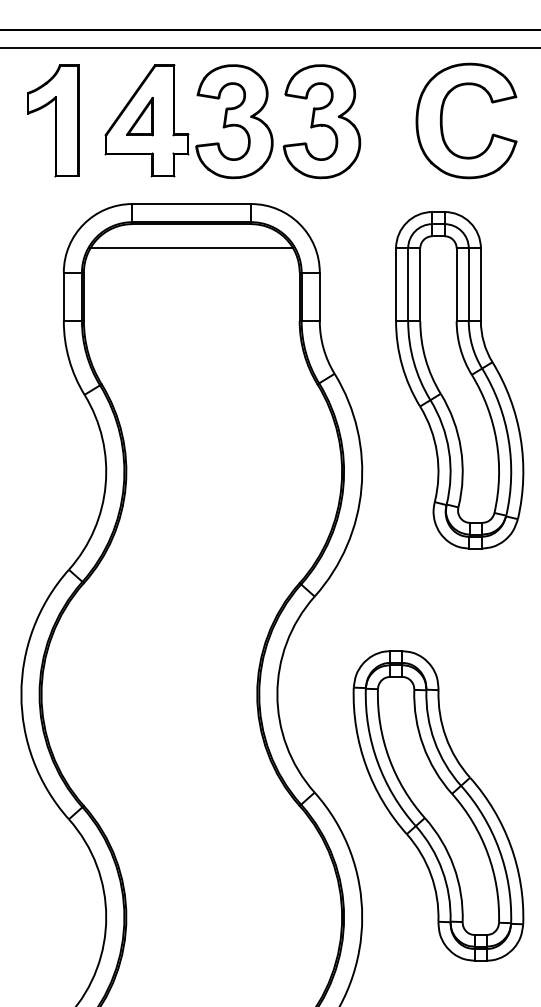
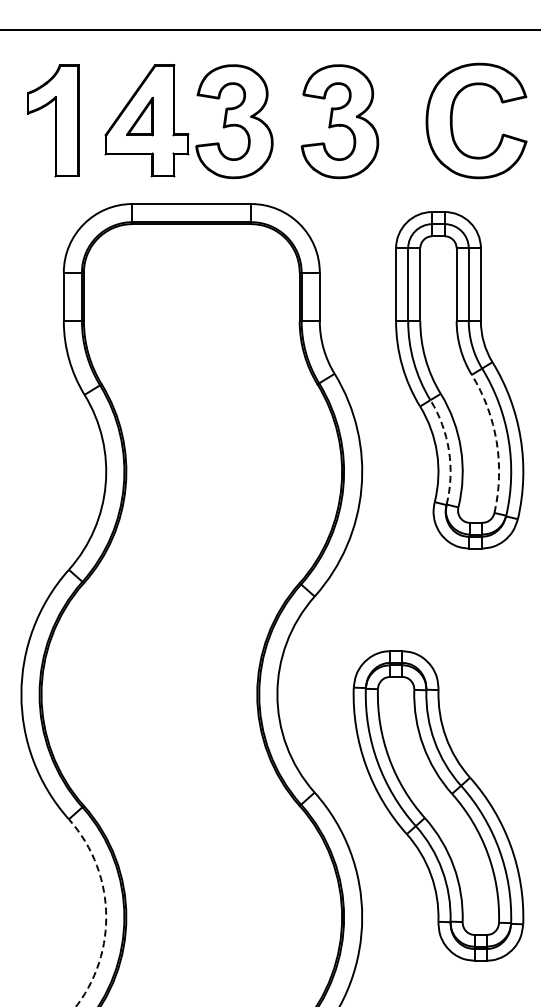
line at (269, 48): present -> none
part at (442, 120) position: (442, 120) -> (452, 120)
part at (321, 121) position: (321, 121) -> (339, 121)
line at (191, 248): present -> none
arc at (496, 441): solid -> dashed
arc at (448, 450): solid -> dashed
arc at (106, 911): solid -> dashed
